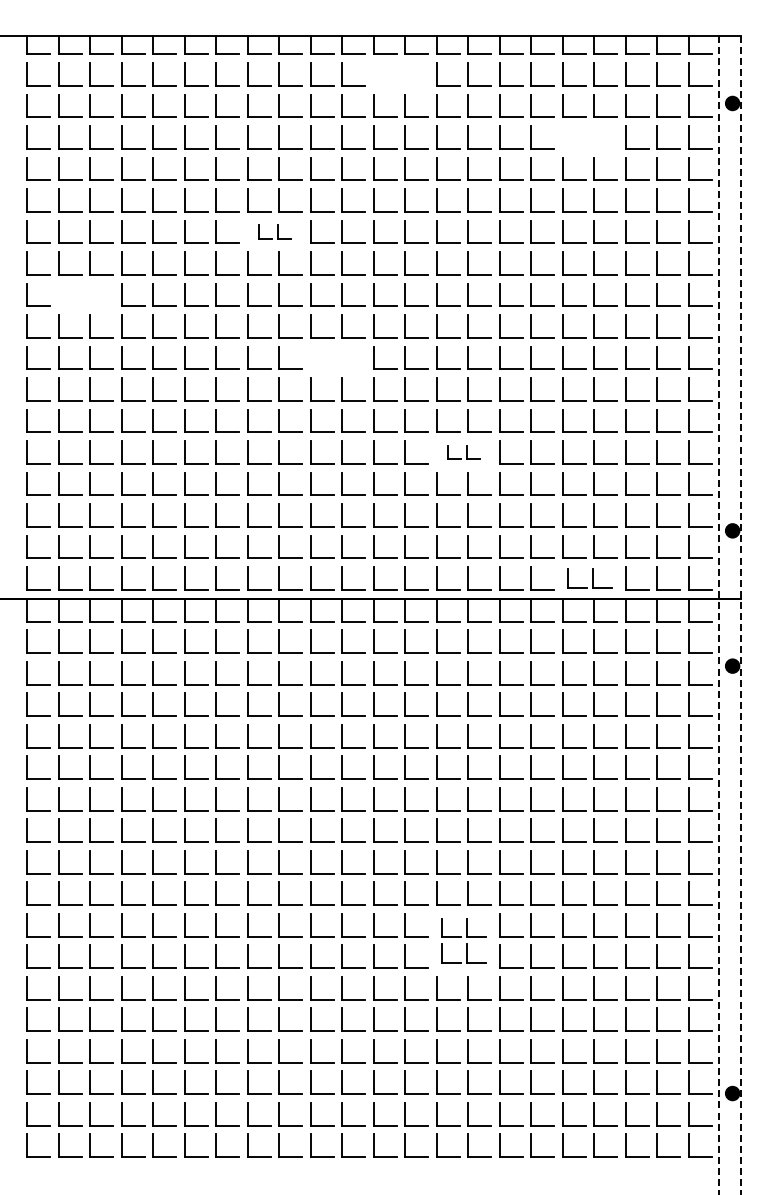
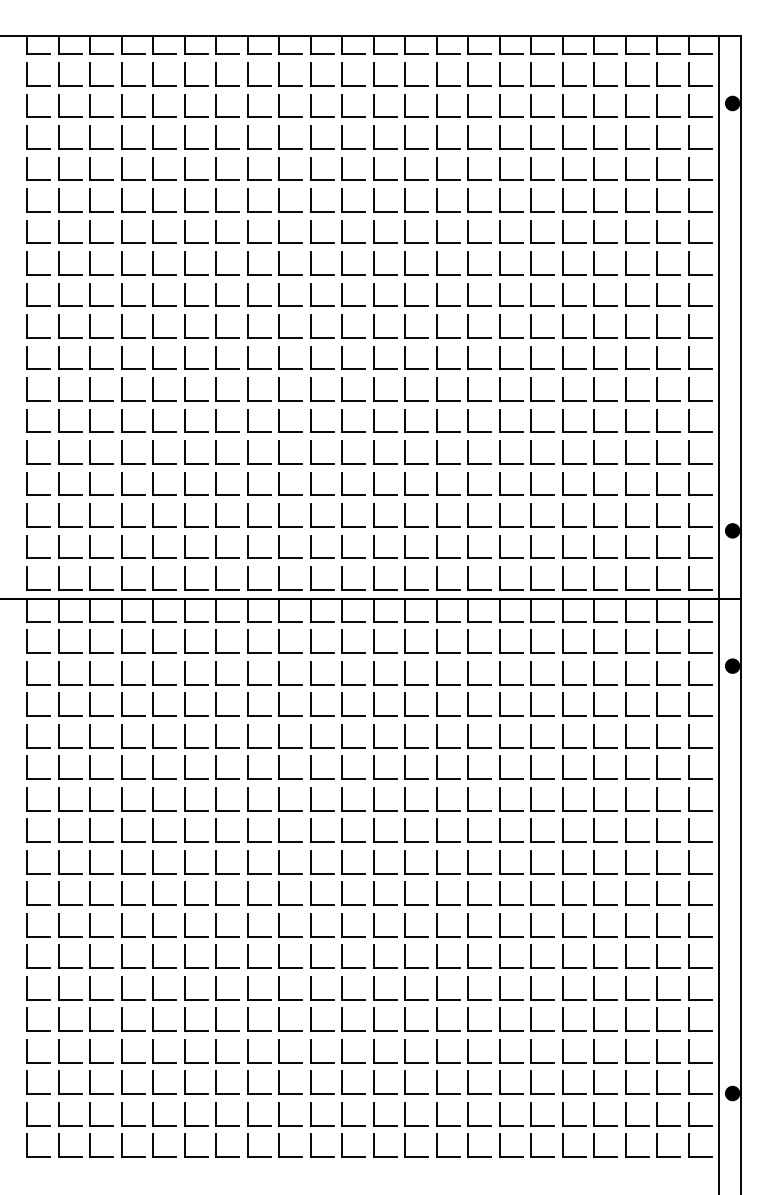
part at (400, 74): none -> present
part at (589, 137): none -> present
part at (274, 231) size: 34x16 px -> 56x24 px
part at (85, 294): none -> present
part at (337, 357): none -> present
part at (463, 452) size: 34x15 px -> 56x25 px
part at (589, 578) size: 46x21 px -> 56x25 px
line at (718, 615): dashed -> solid
line at (741, 615): dashed -> solid
part at (463, 940) size: 46x46 px -> 56x56 px
